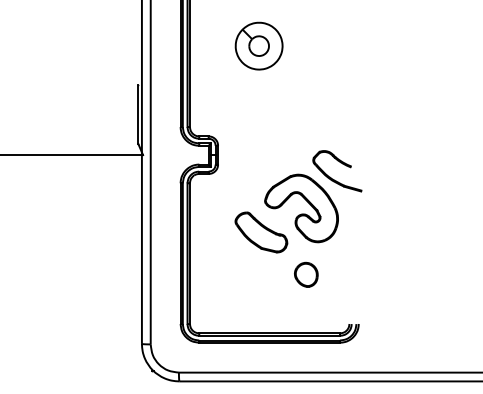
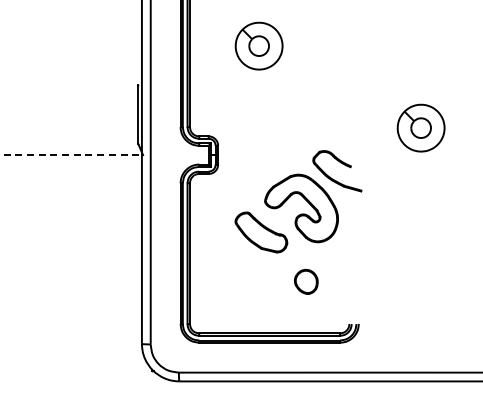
part at (420, 127): none -> present
line at (72, 155): solid -> dashed
part at (306, 274) position: (306, 274) -> (306, 281)
